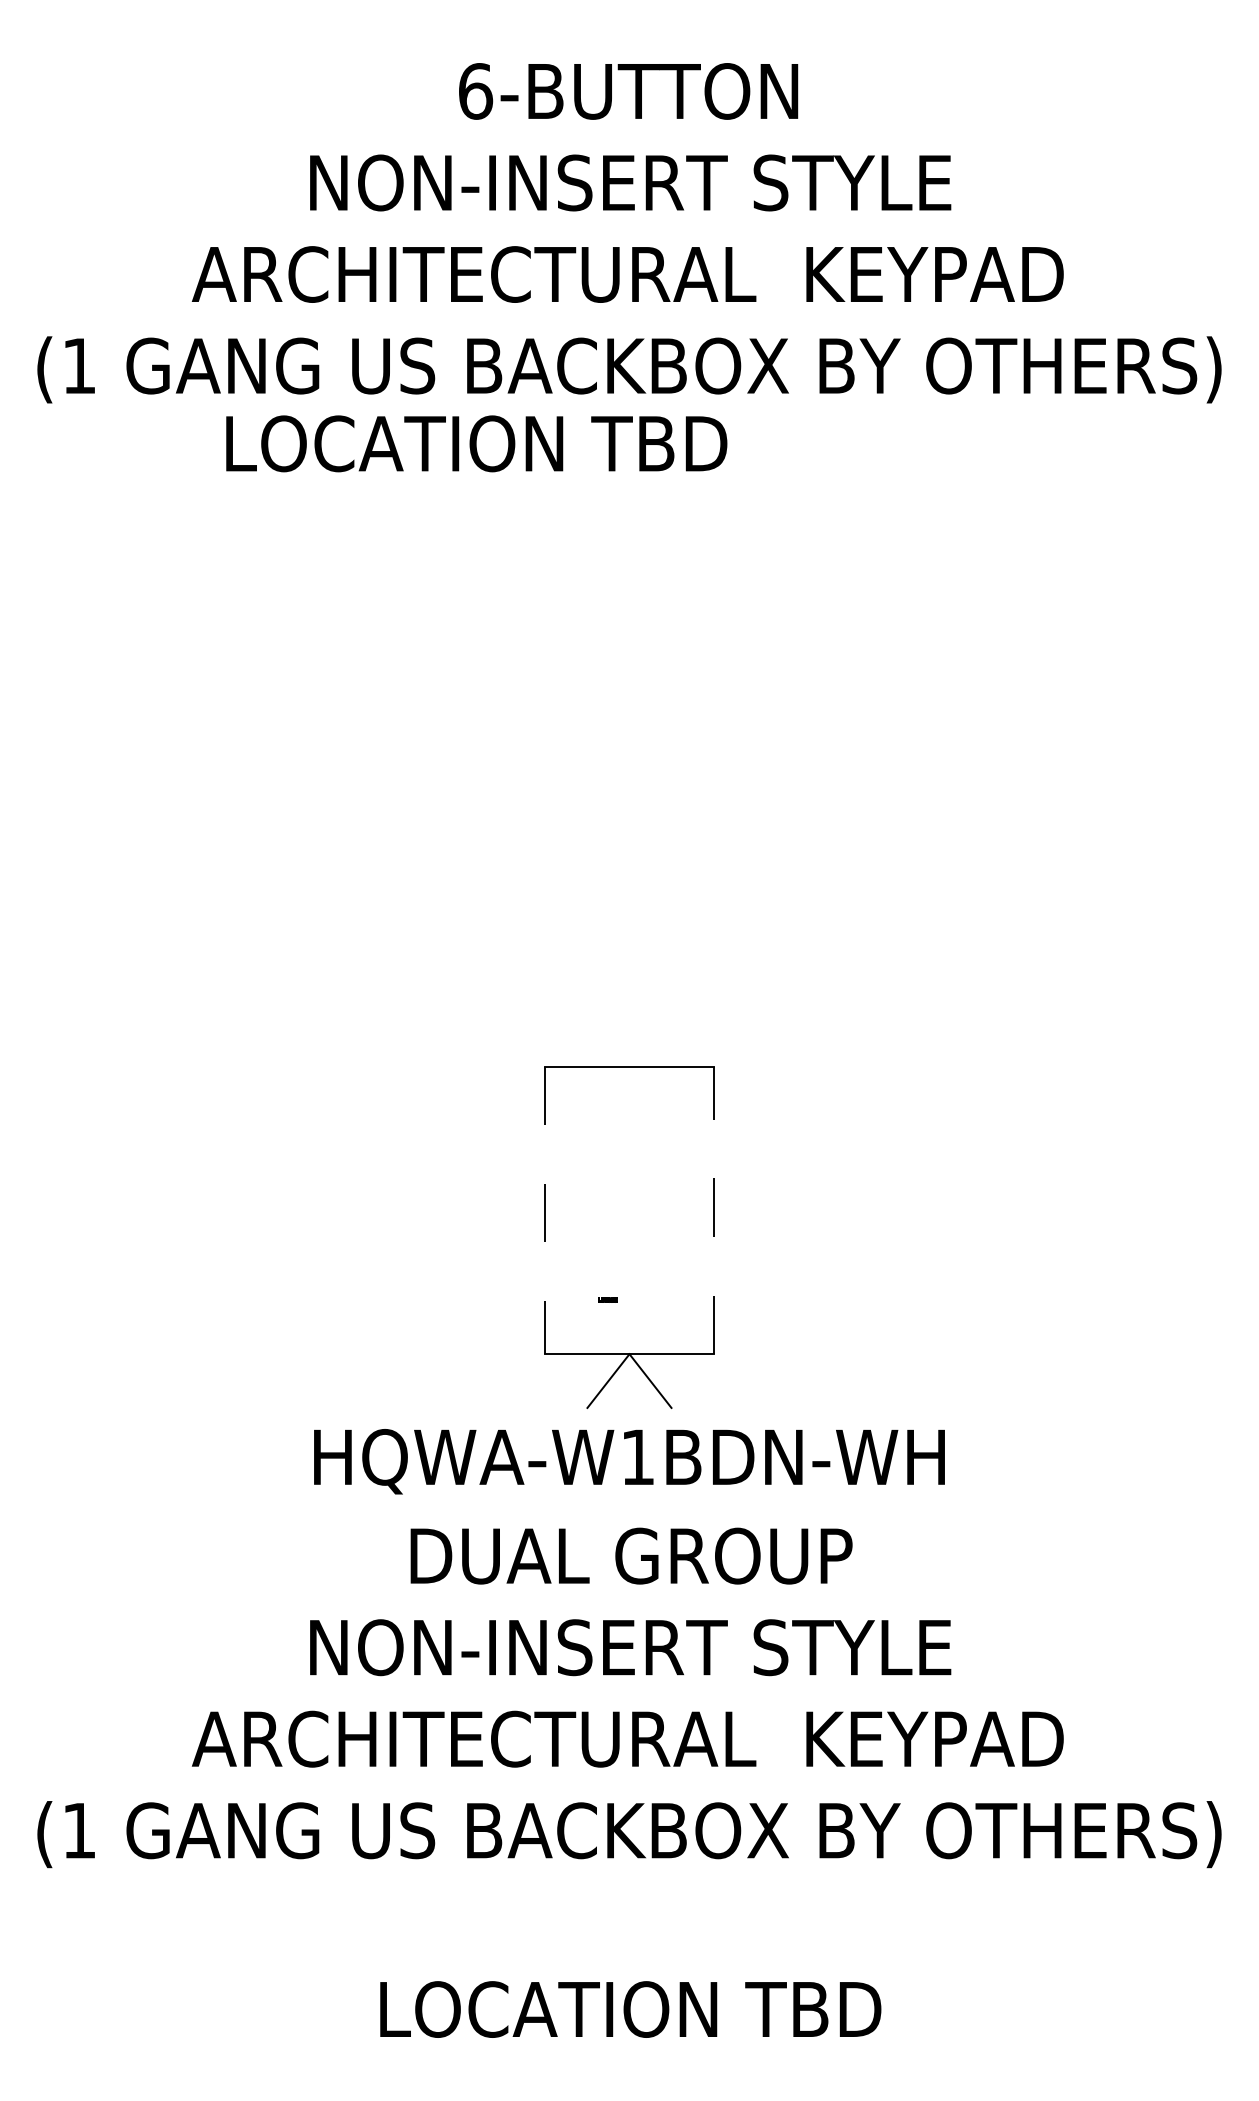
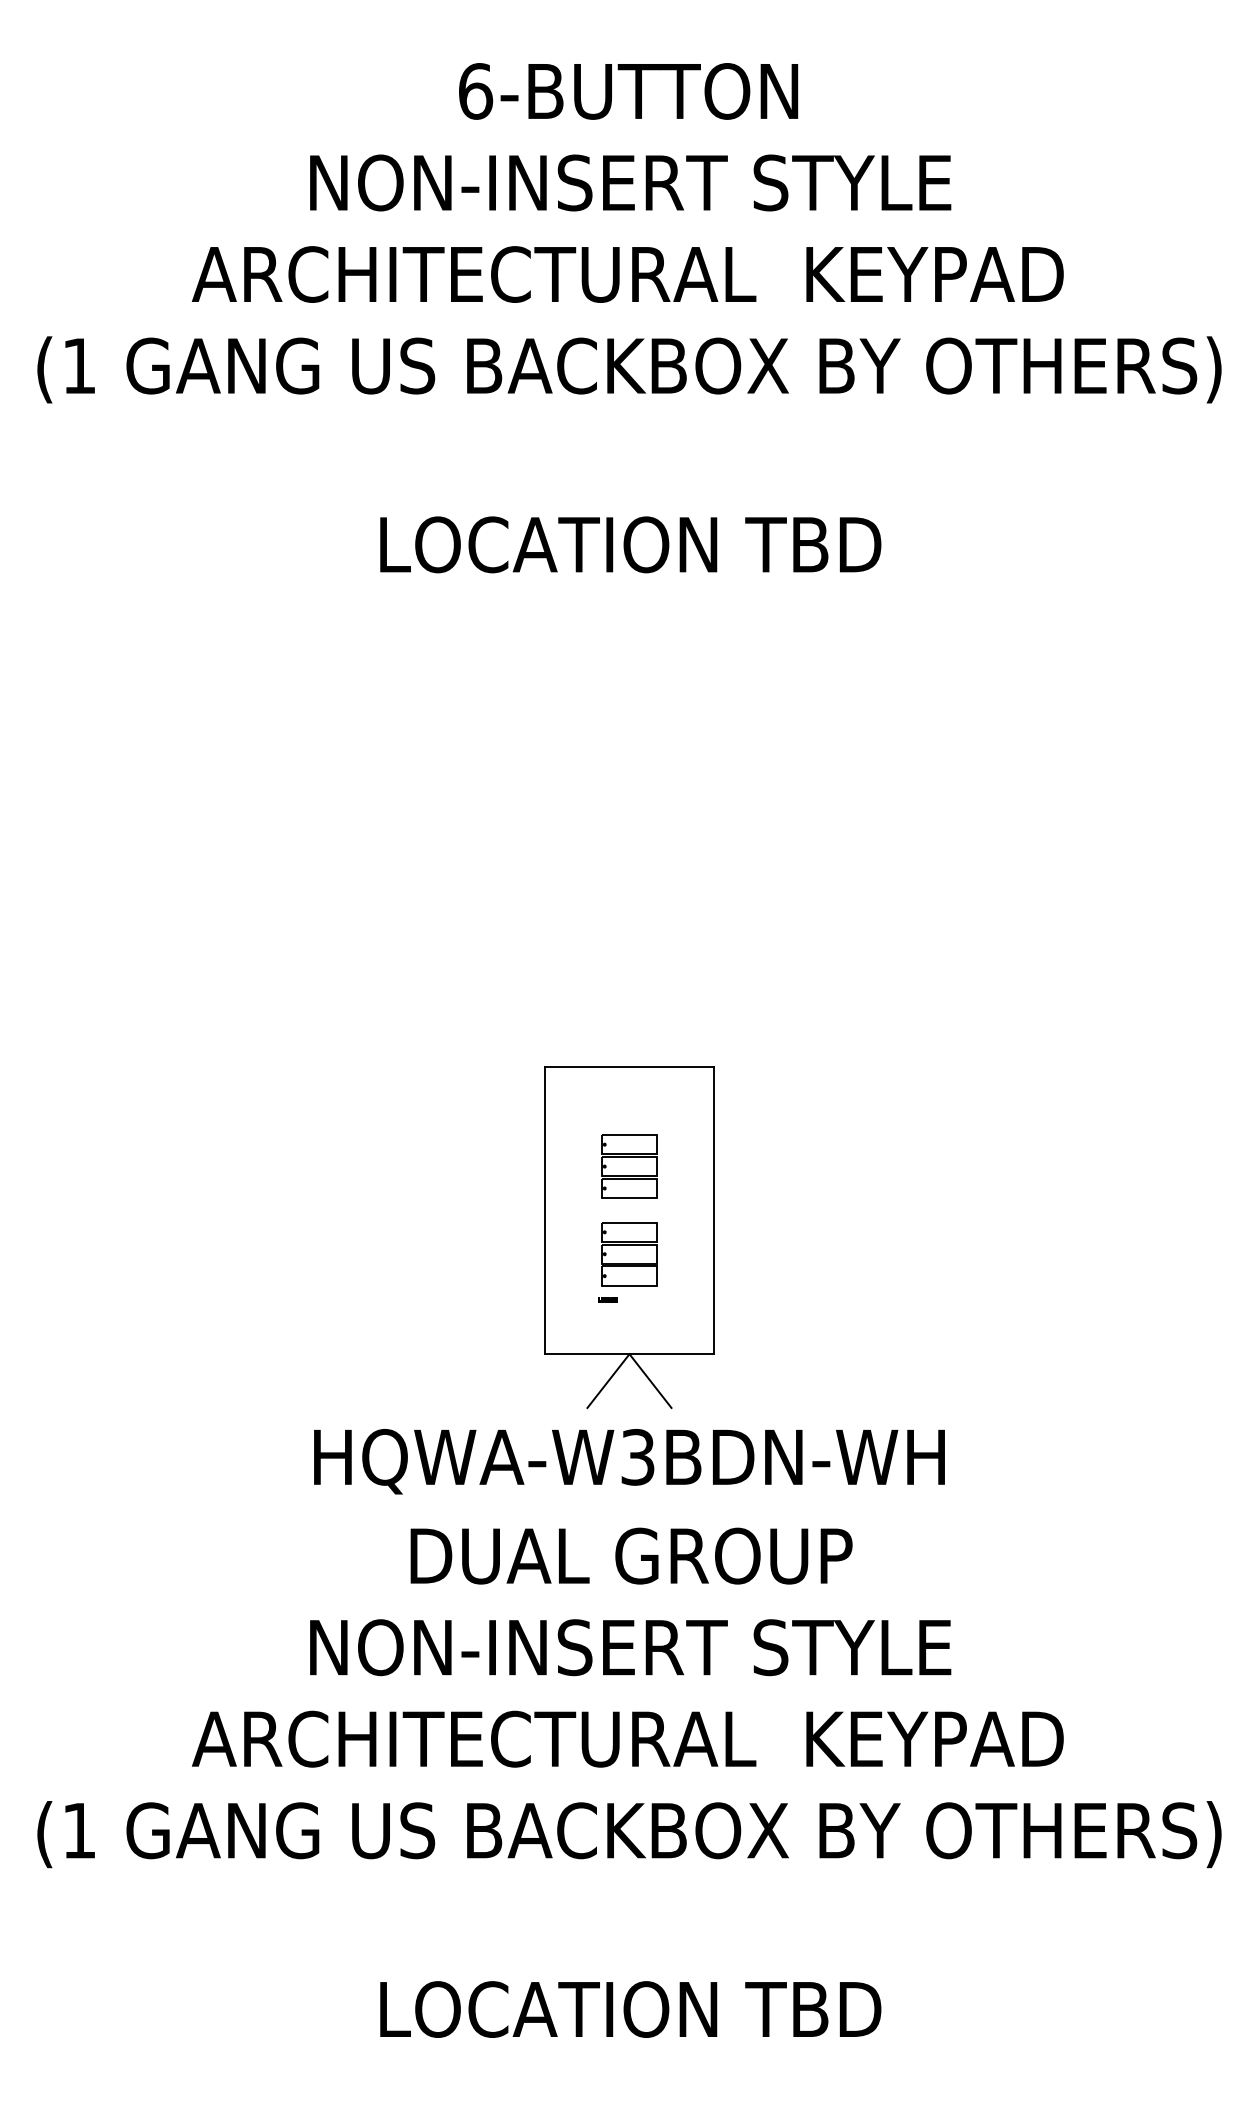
text at (476, 443) position: (476, 443) -> (630, 544)
part at (629, 1166): none -> present
line at (545, 1210): dashed -> solid
line at (713, 1210): dashed -> solid
part at (629, 1254): none -> present
text at (637, 1457): HQWA-W1BDN-WH -> HQWA-W3BDN-WH
